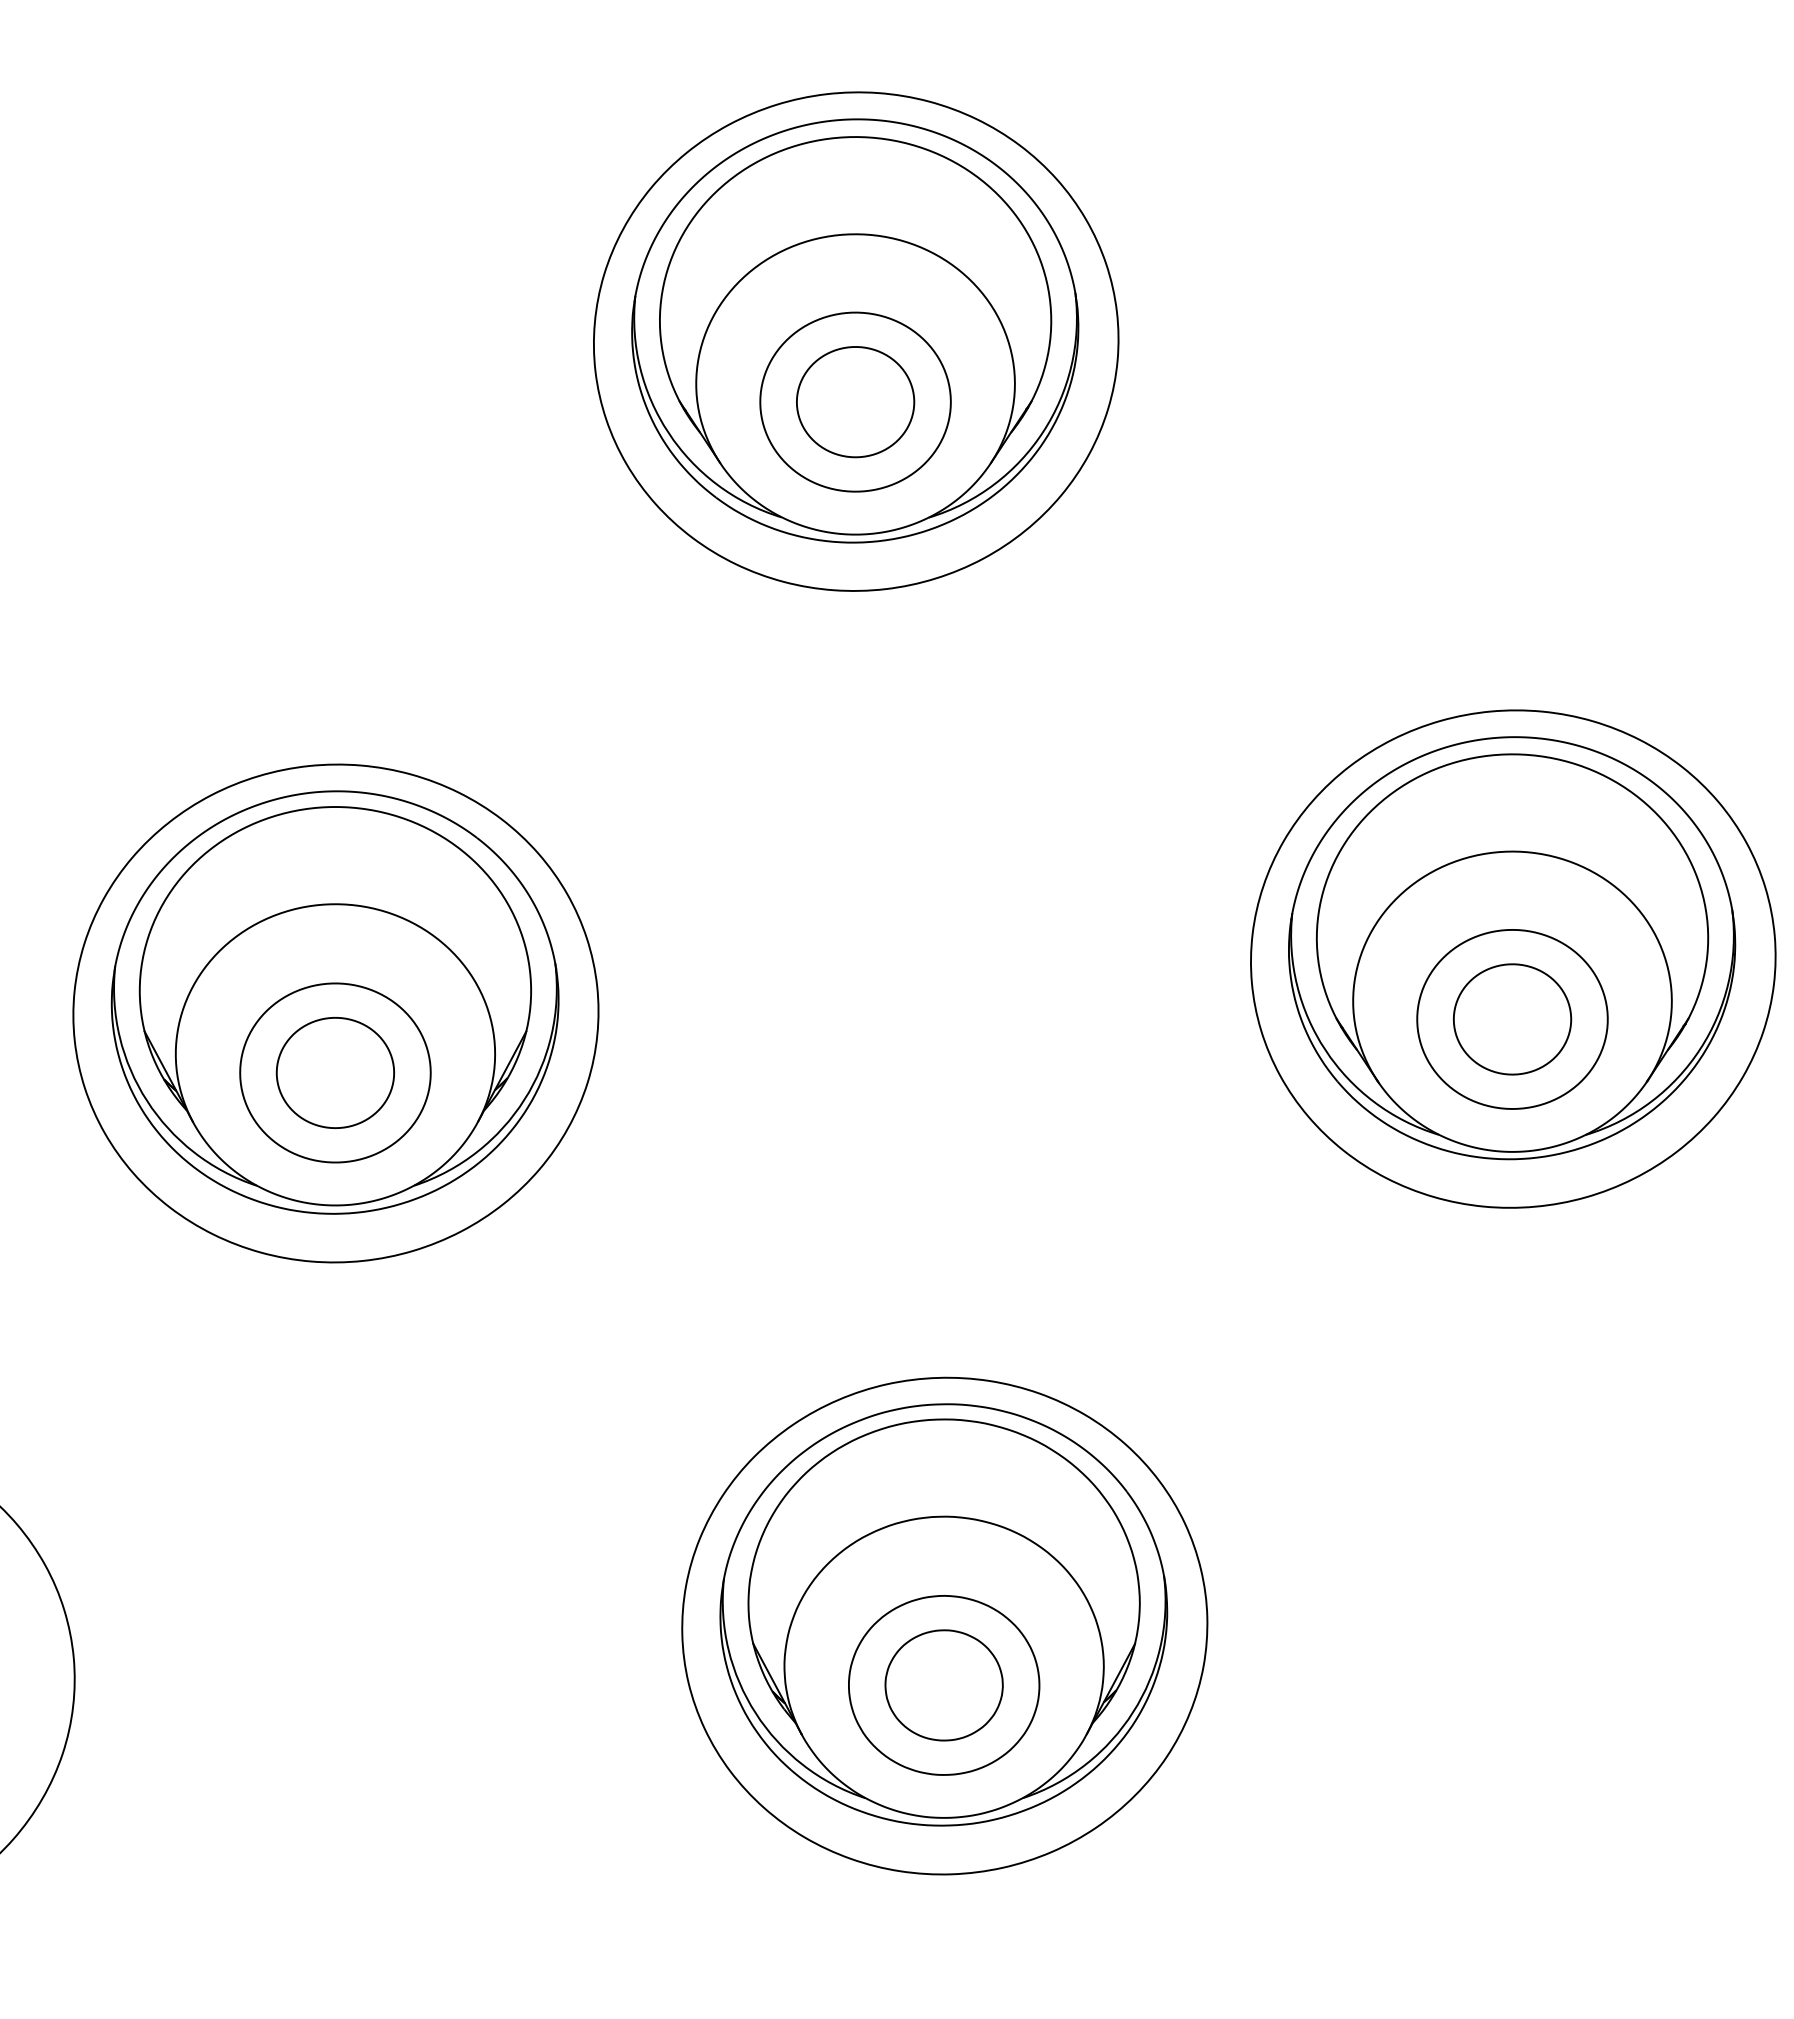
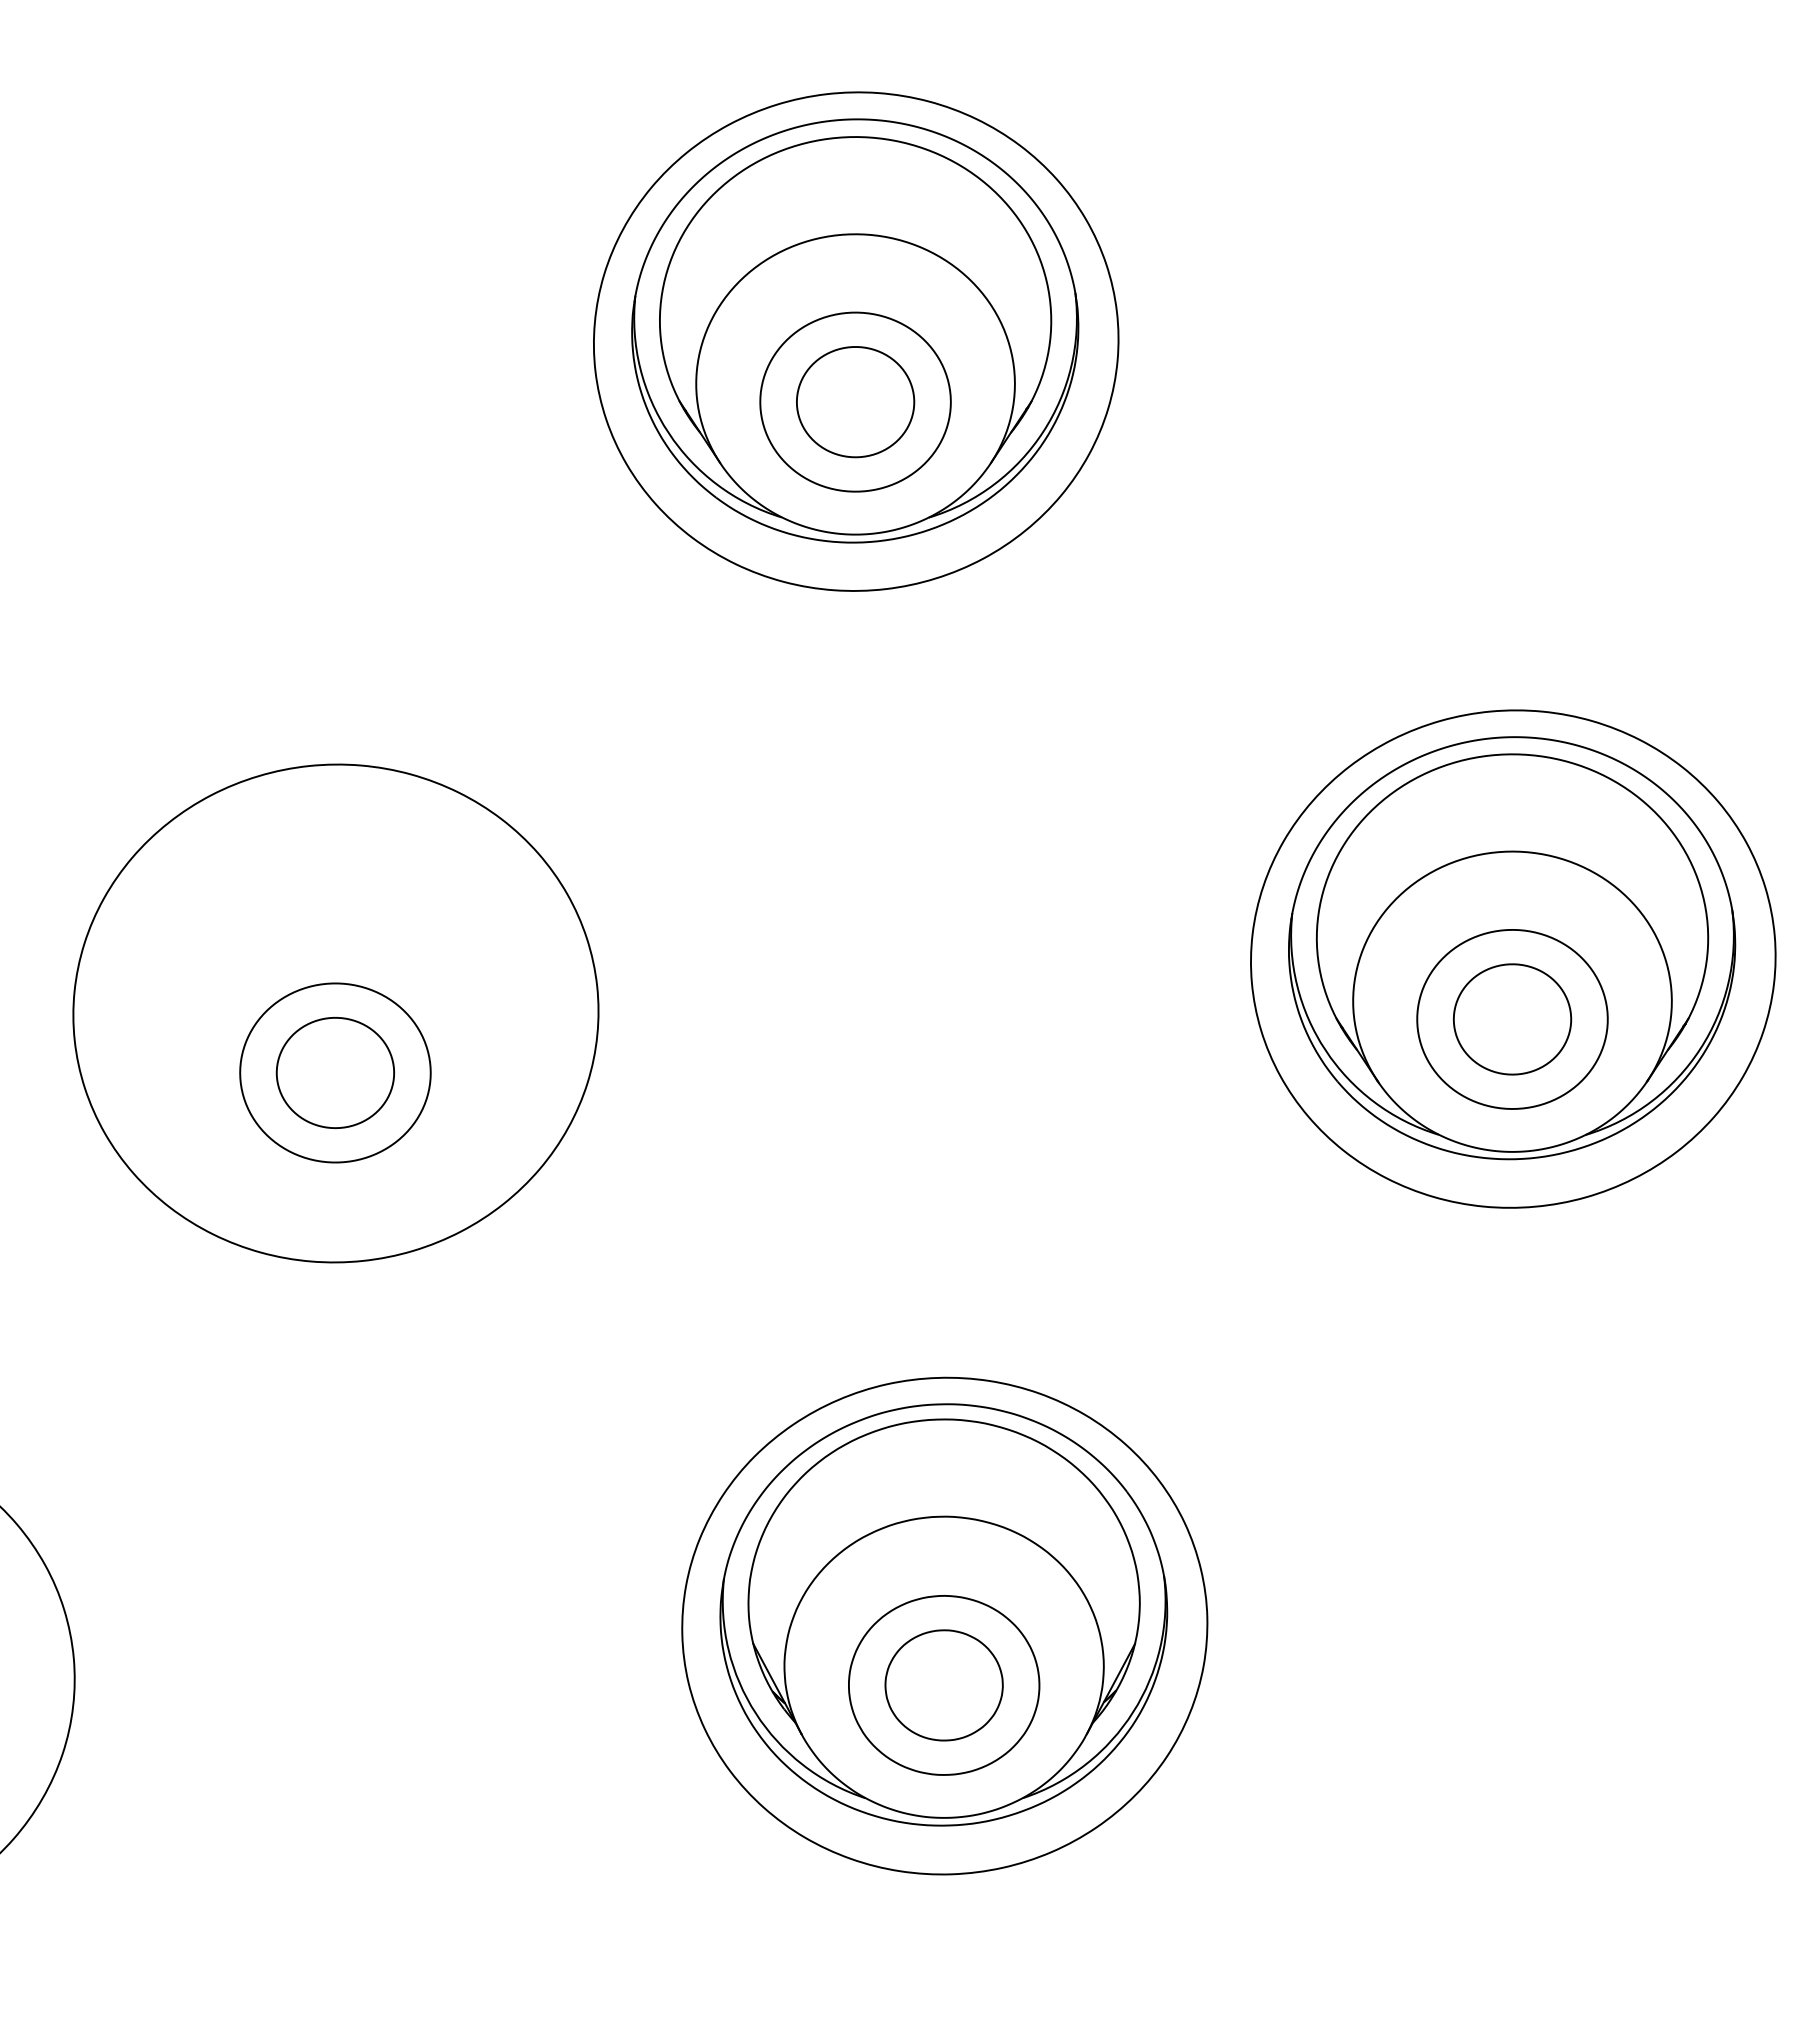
part at (334, 1002): present -> none
